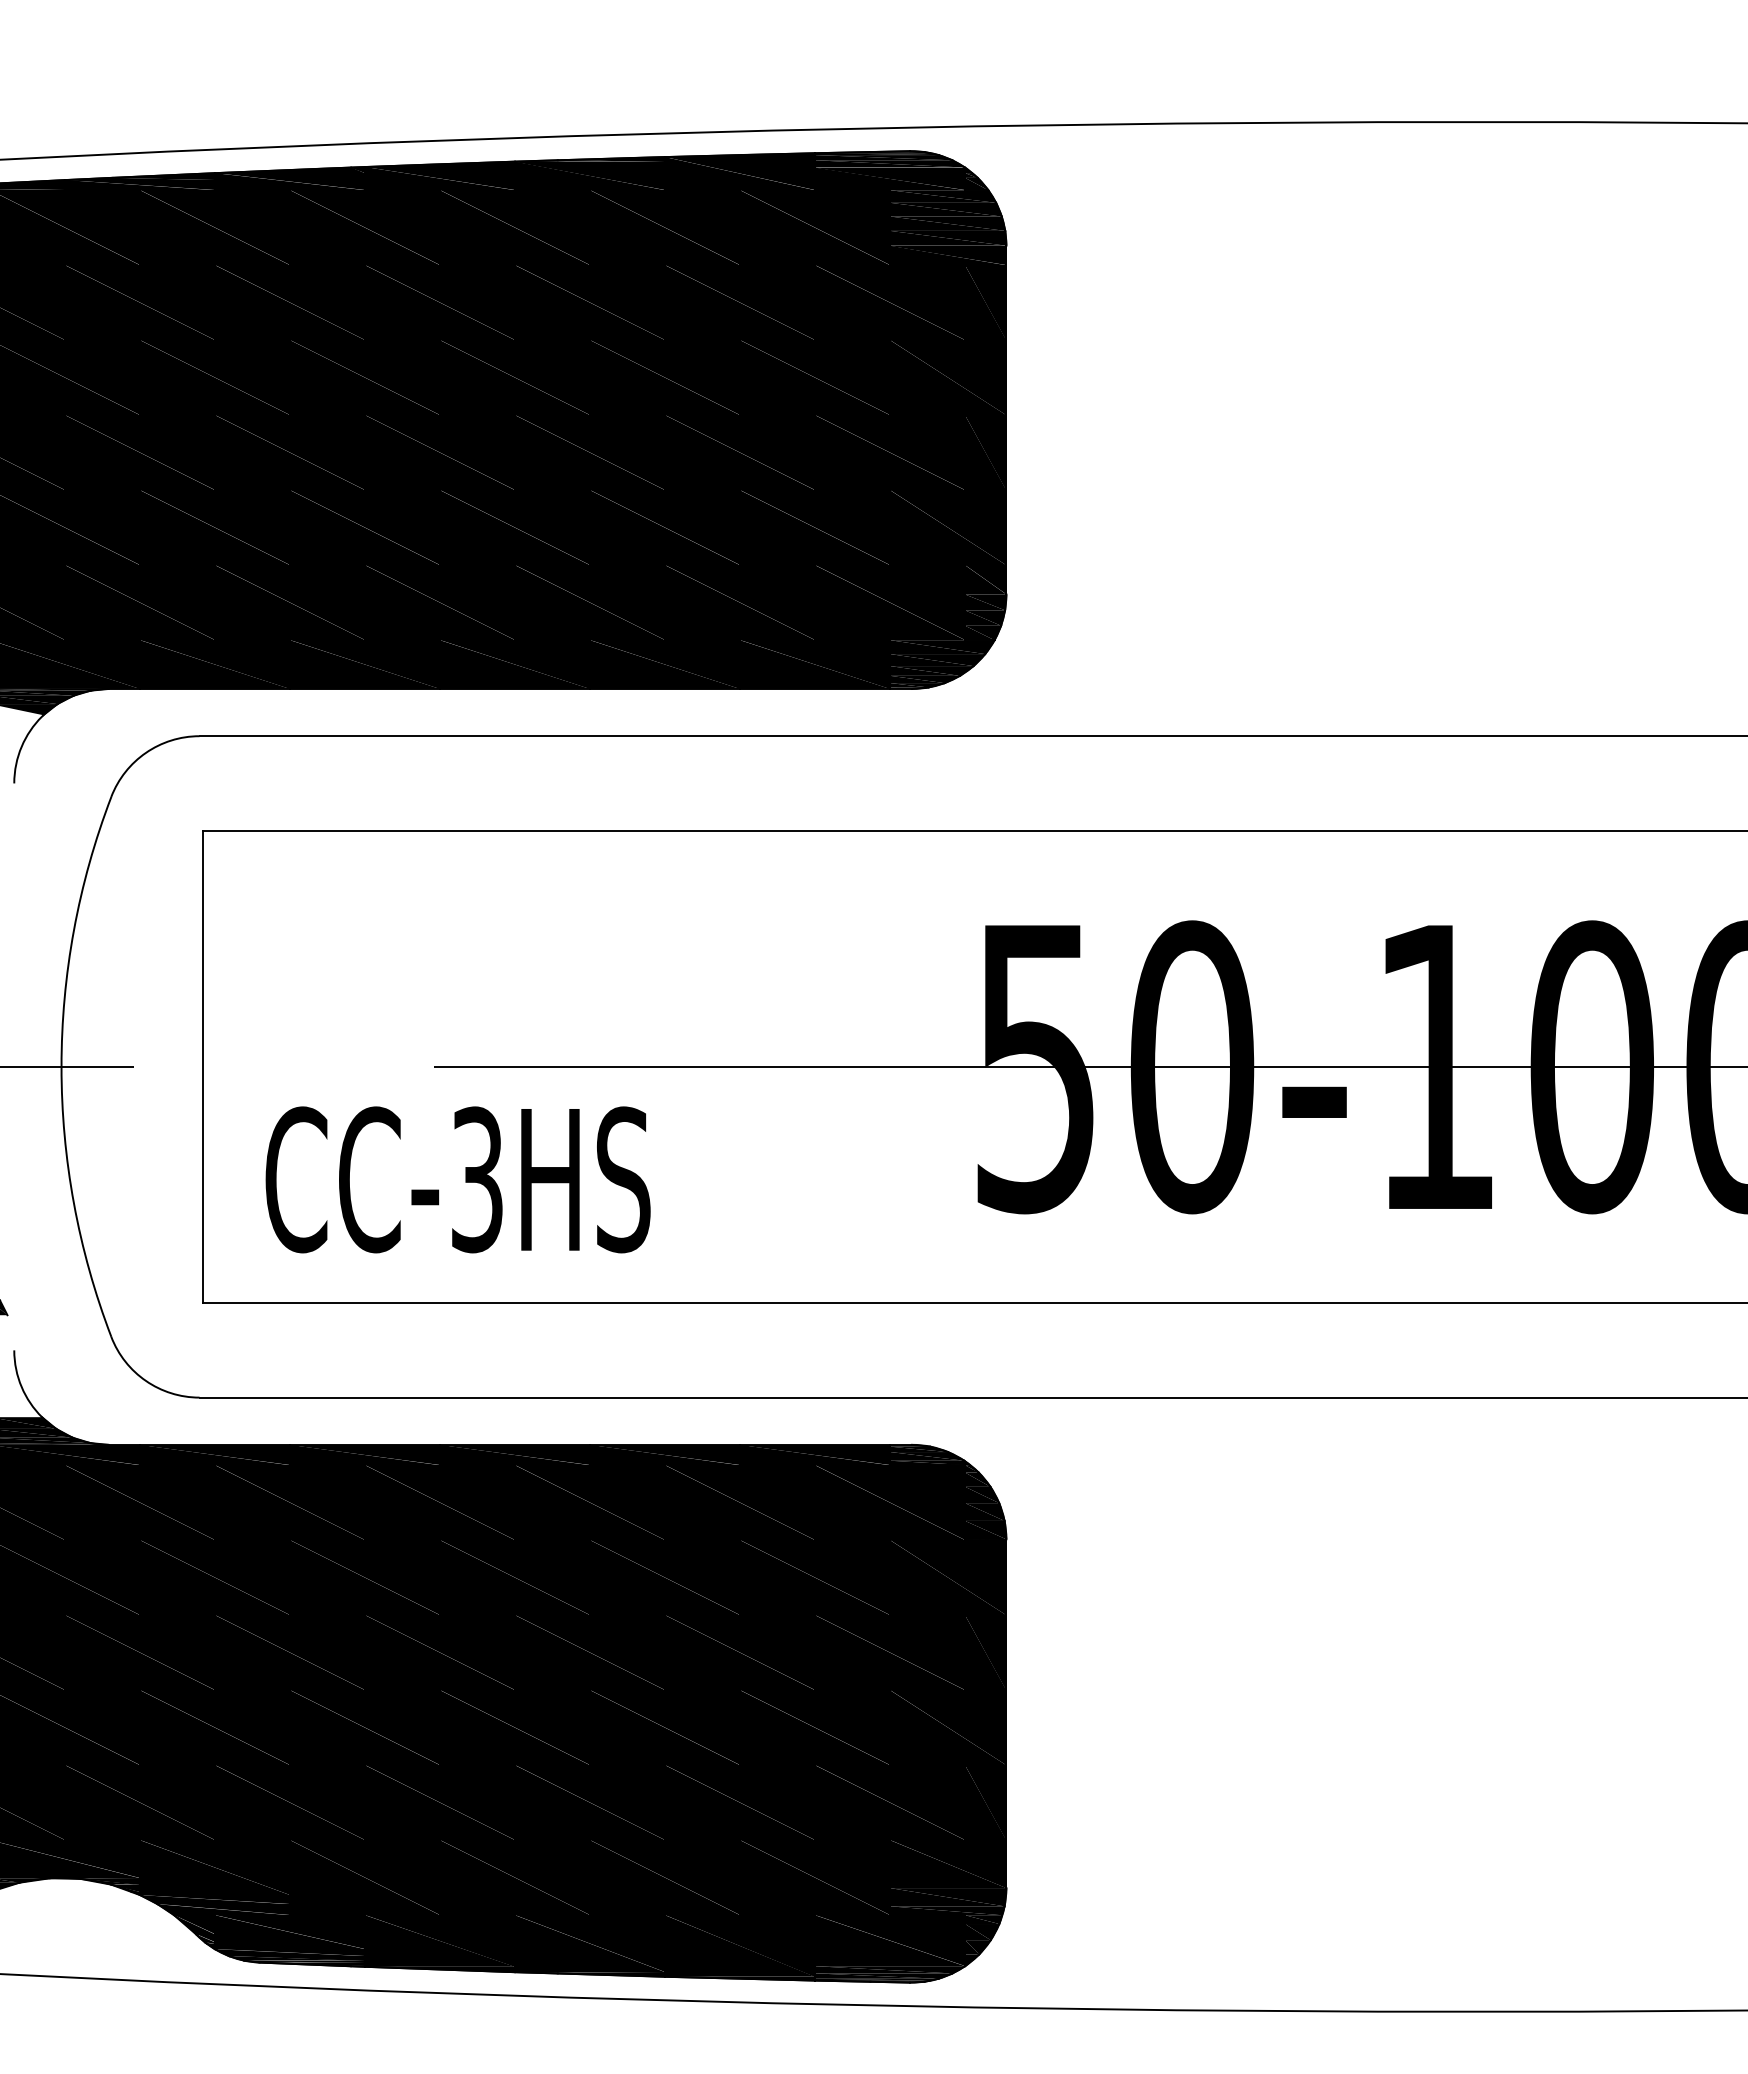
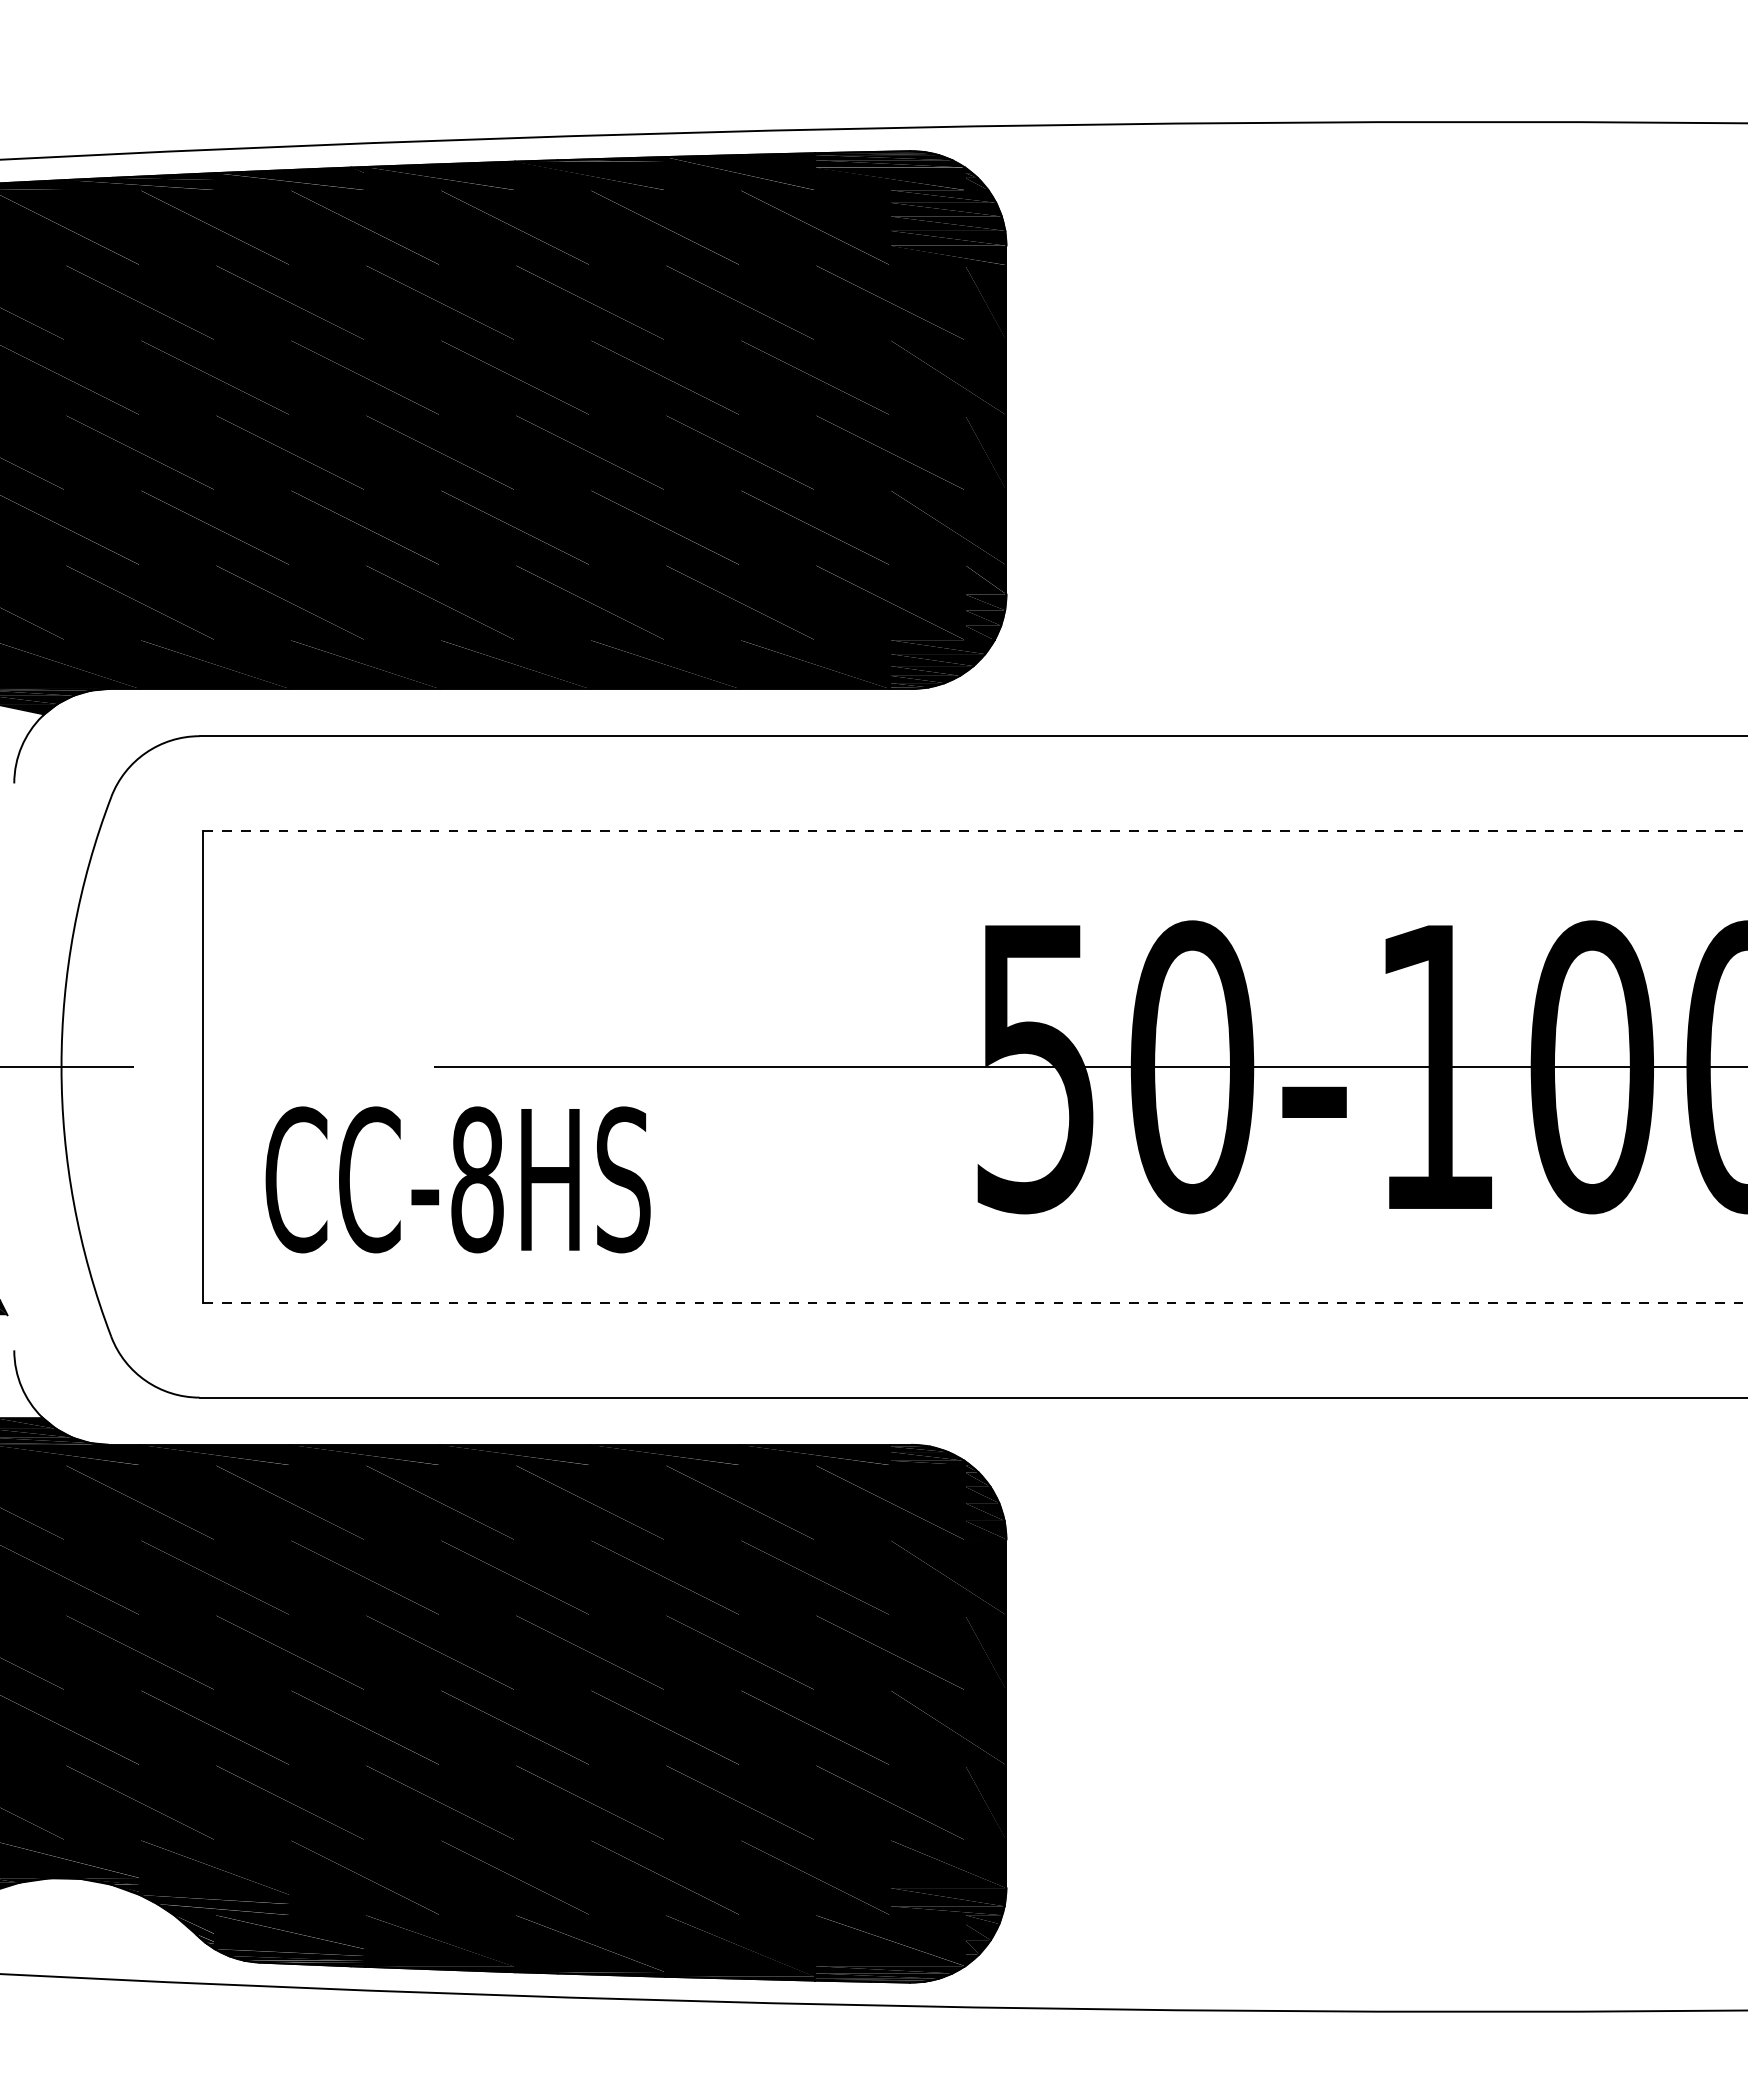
line at (976, 830): solid -> dashed
text at (477, 1179): CC-3HS -> CC-8HS
line at (976, 1303): solid -> dashed
